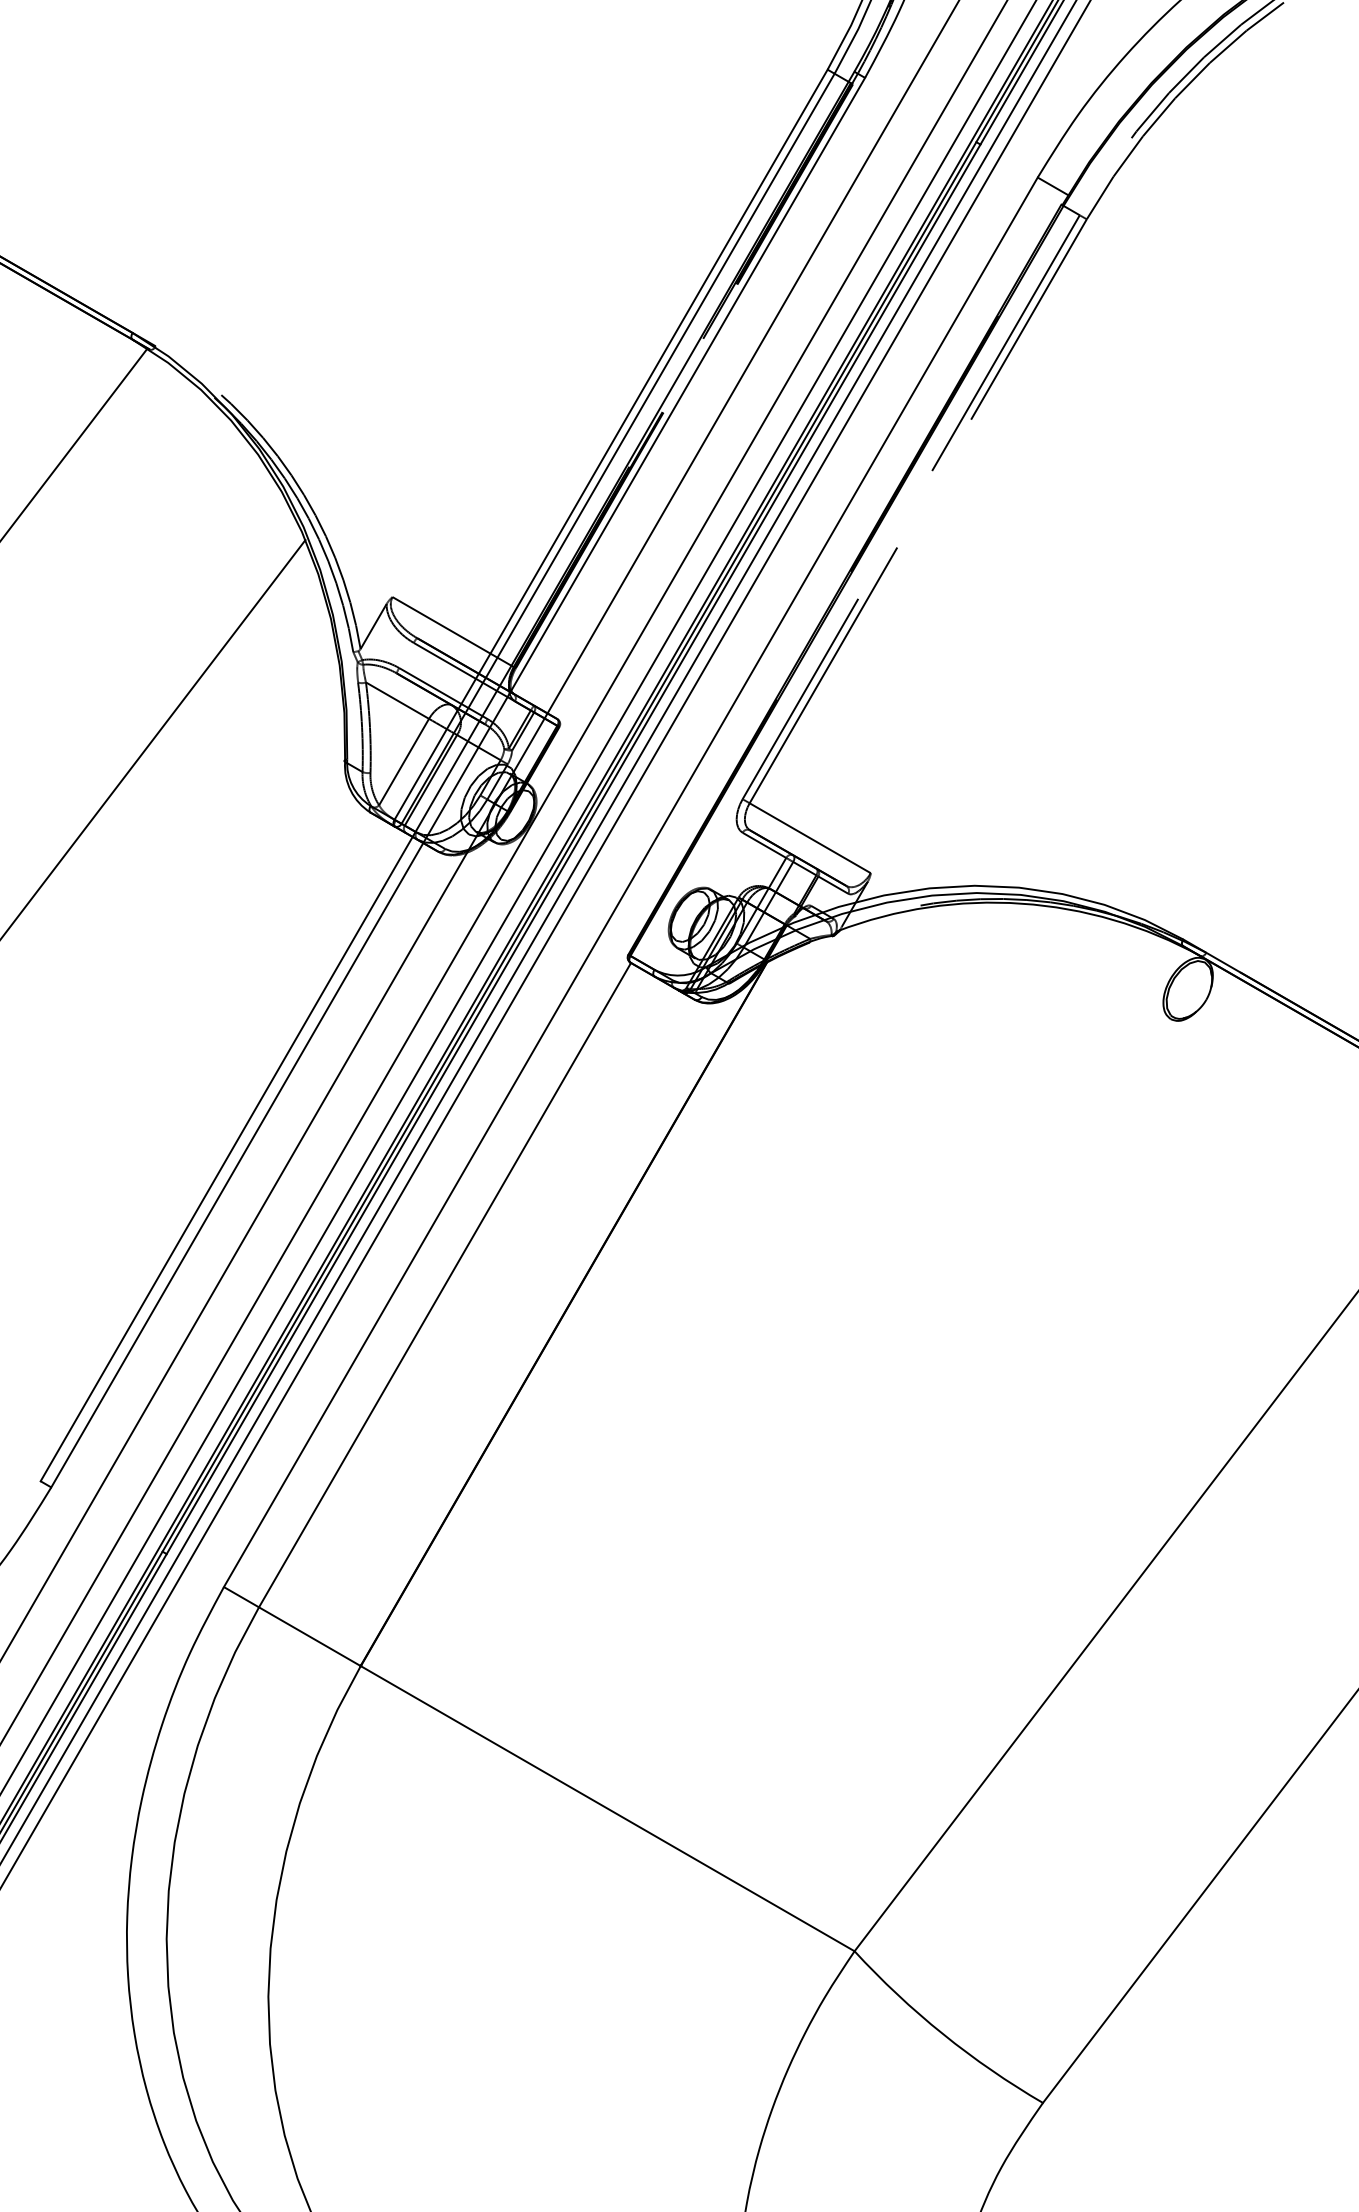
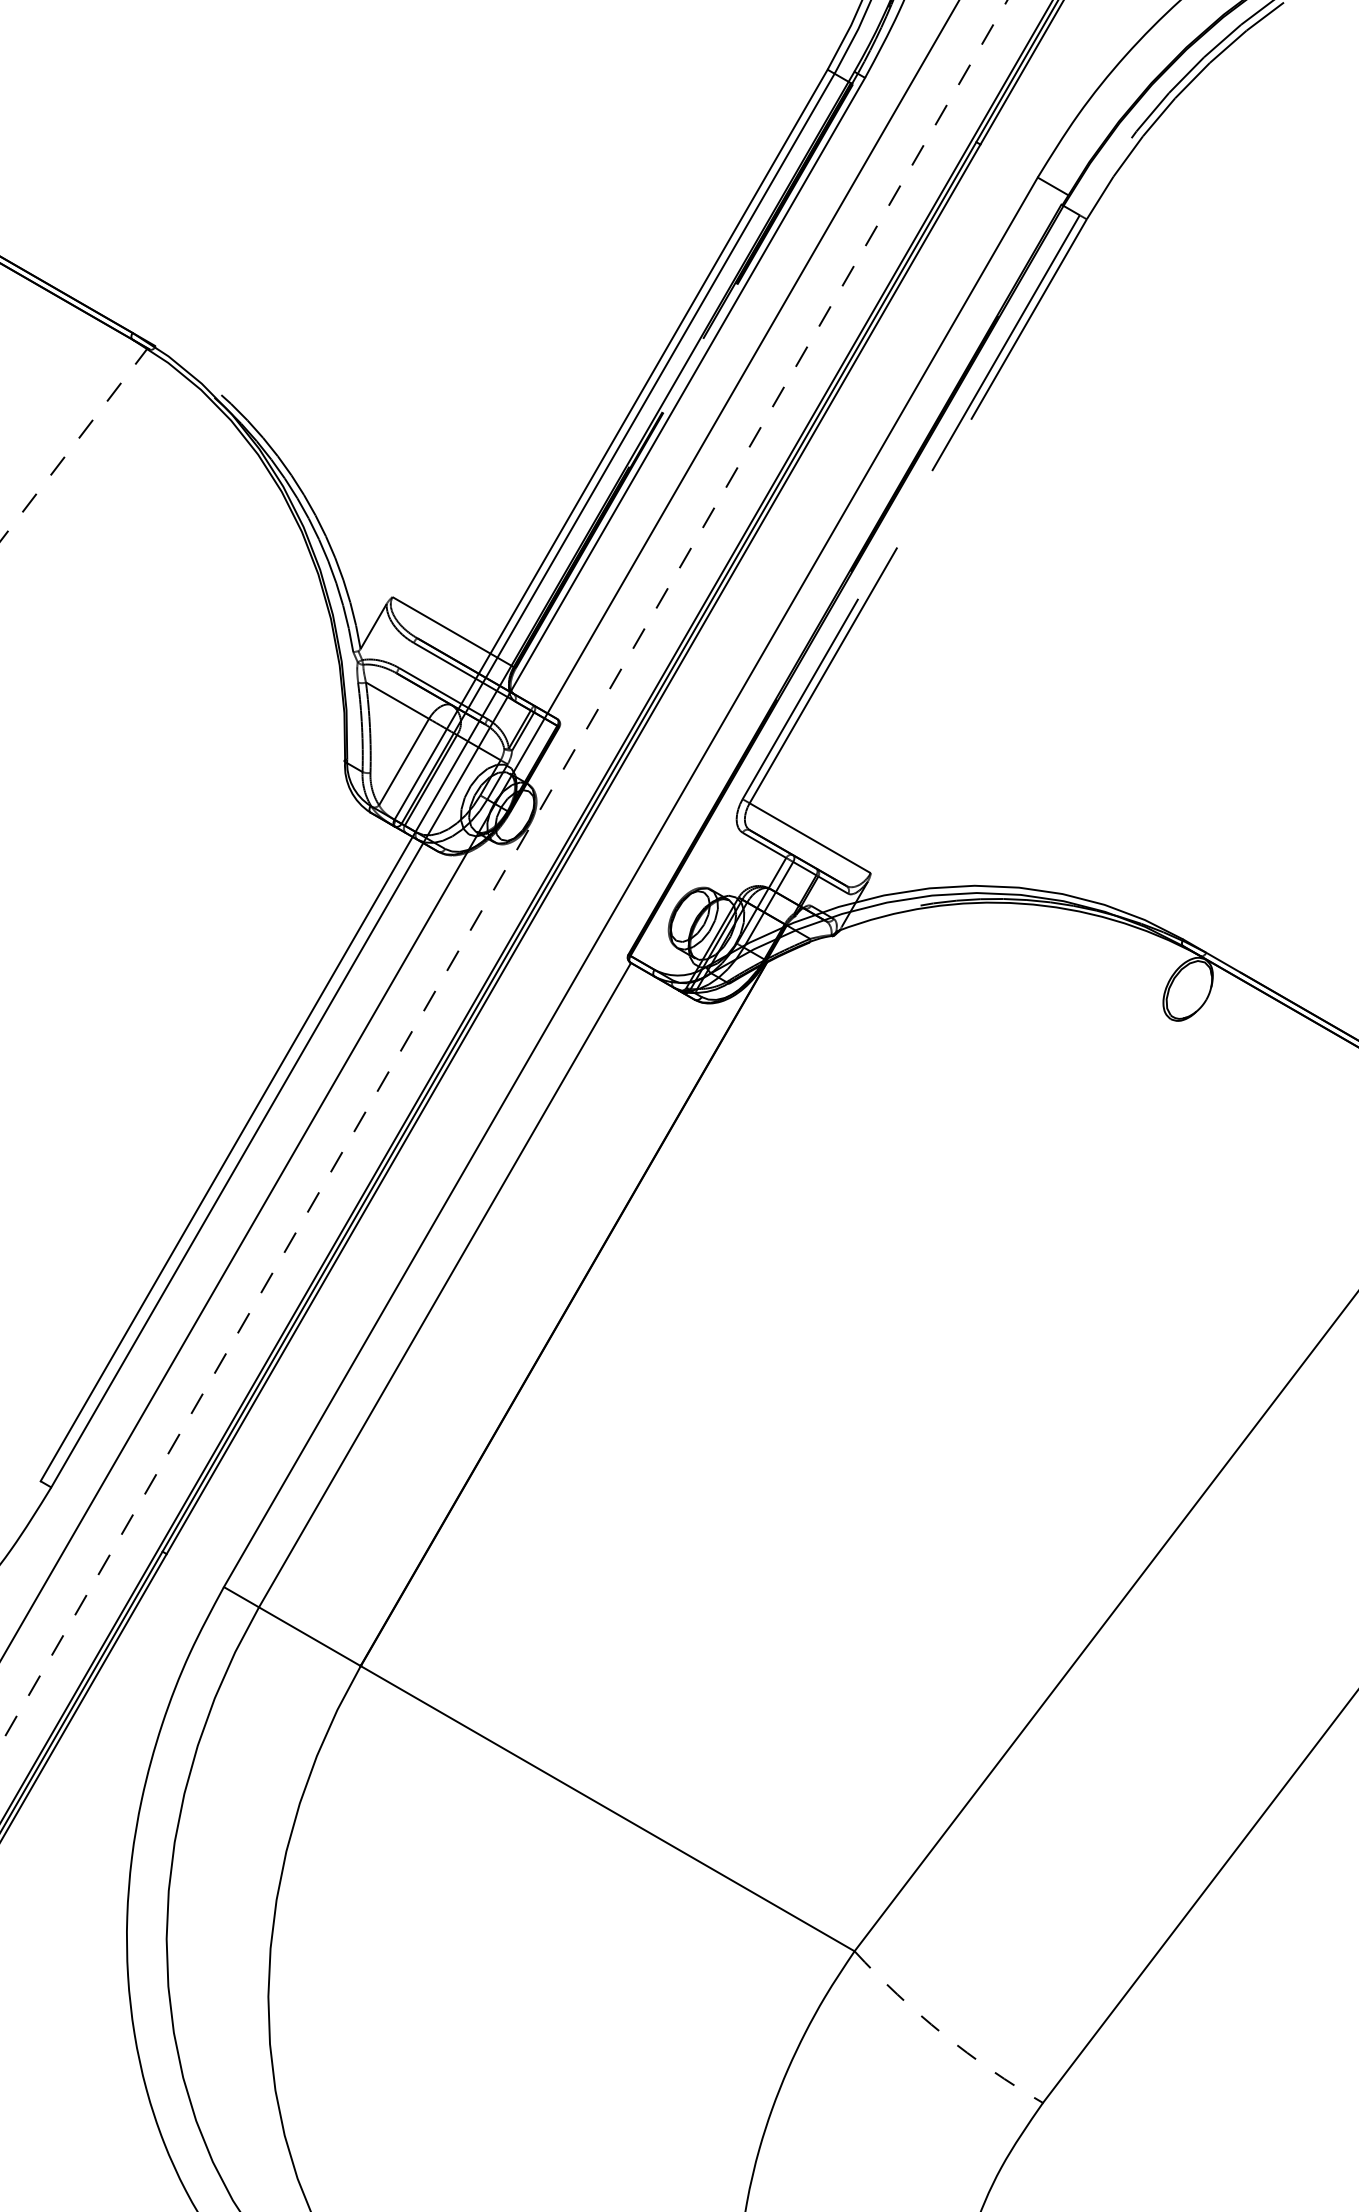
line at (74, 444): solid -> dashed
line at (153, 738): present -> none
line at (504, 872): solid -> dashed
line at (518, 896): present -> none
line at (538, 931): present -> none
line at (545, 943): present -> none
arc at (943, 2034): solid -> dashed
